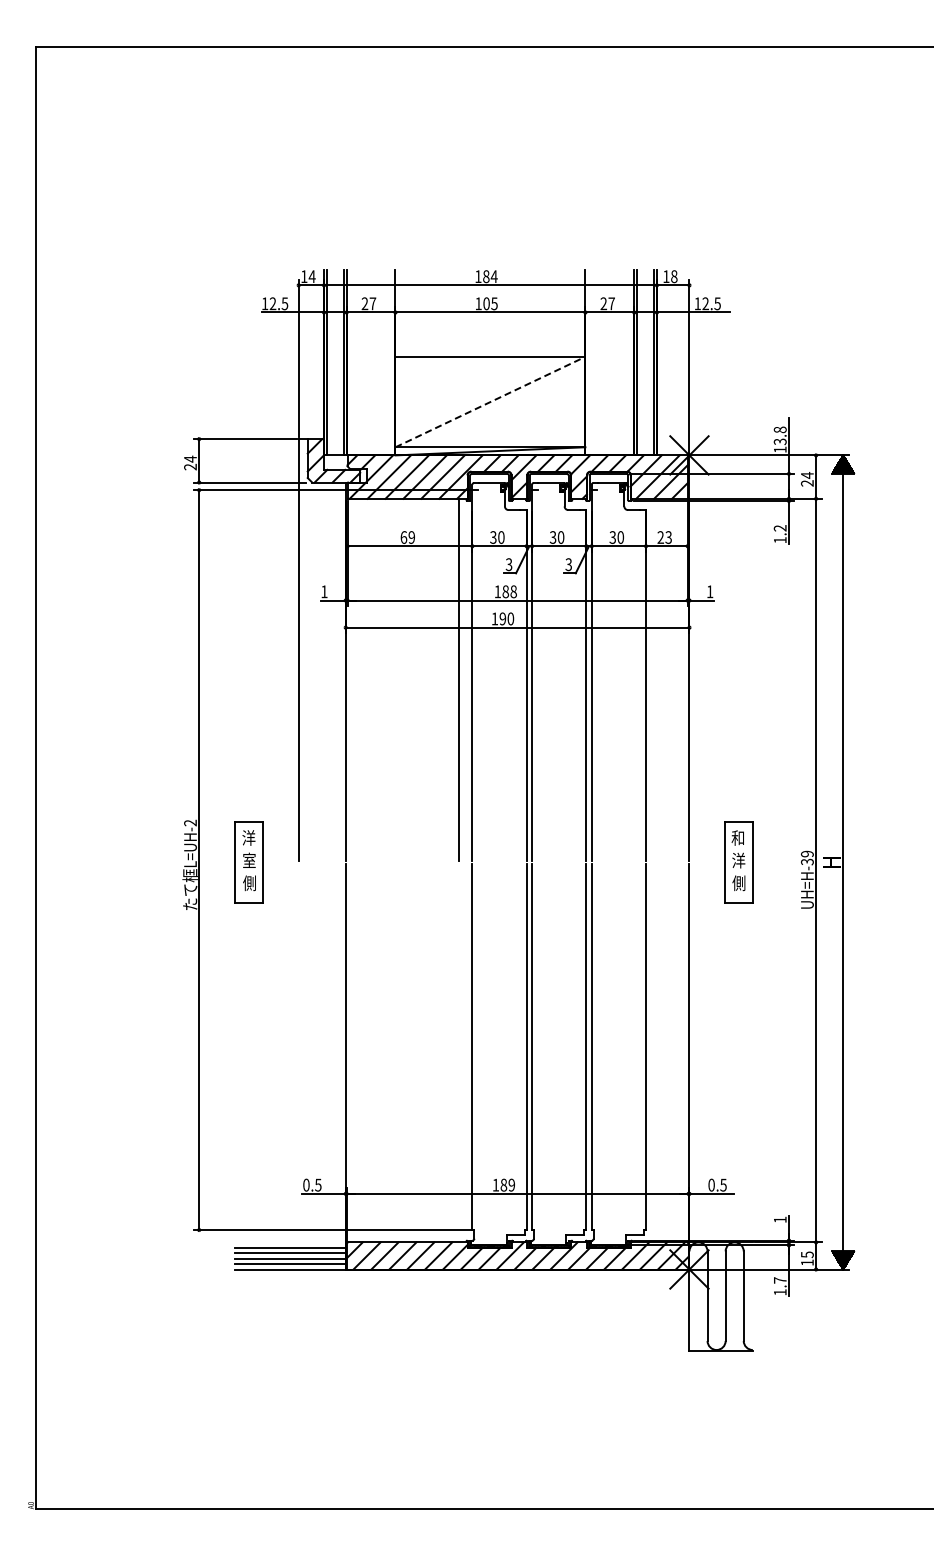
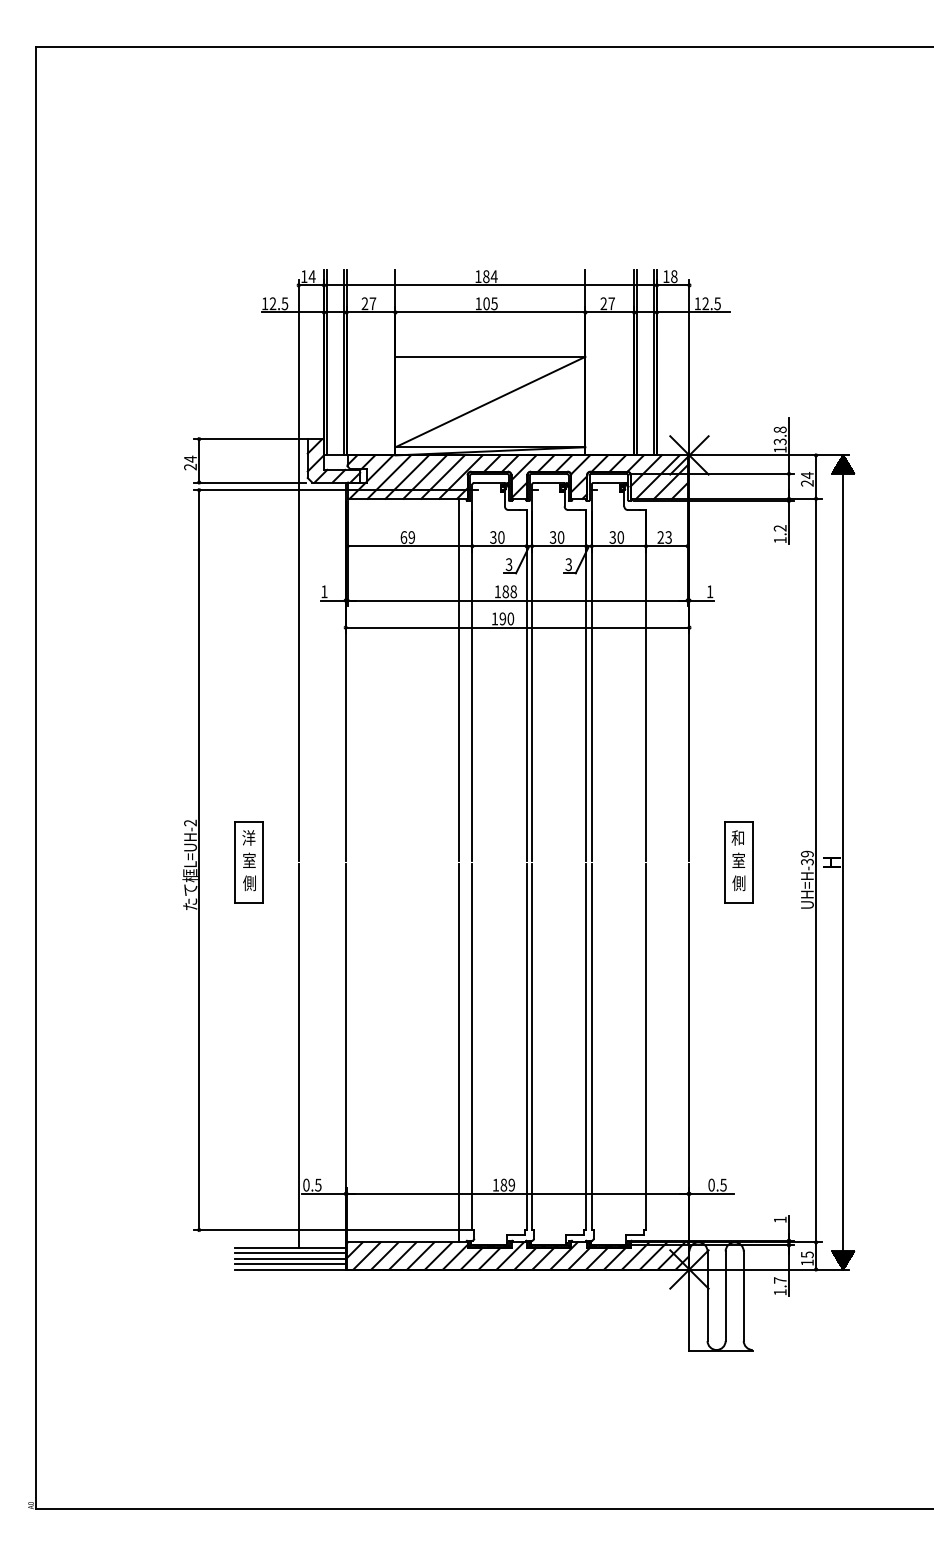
line at (490, 401): dashed -> solid
text at (738, 860): 洋 -> 室
line at (458, 1053): none -> present
line at (298, 1055): none -> present
